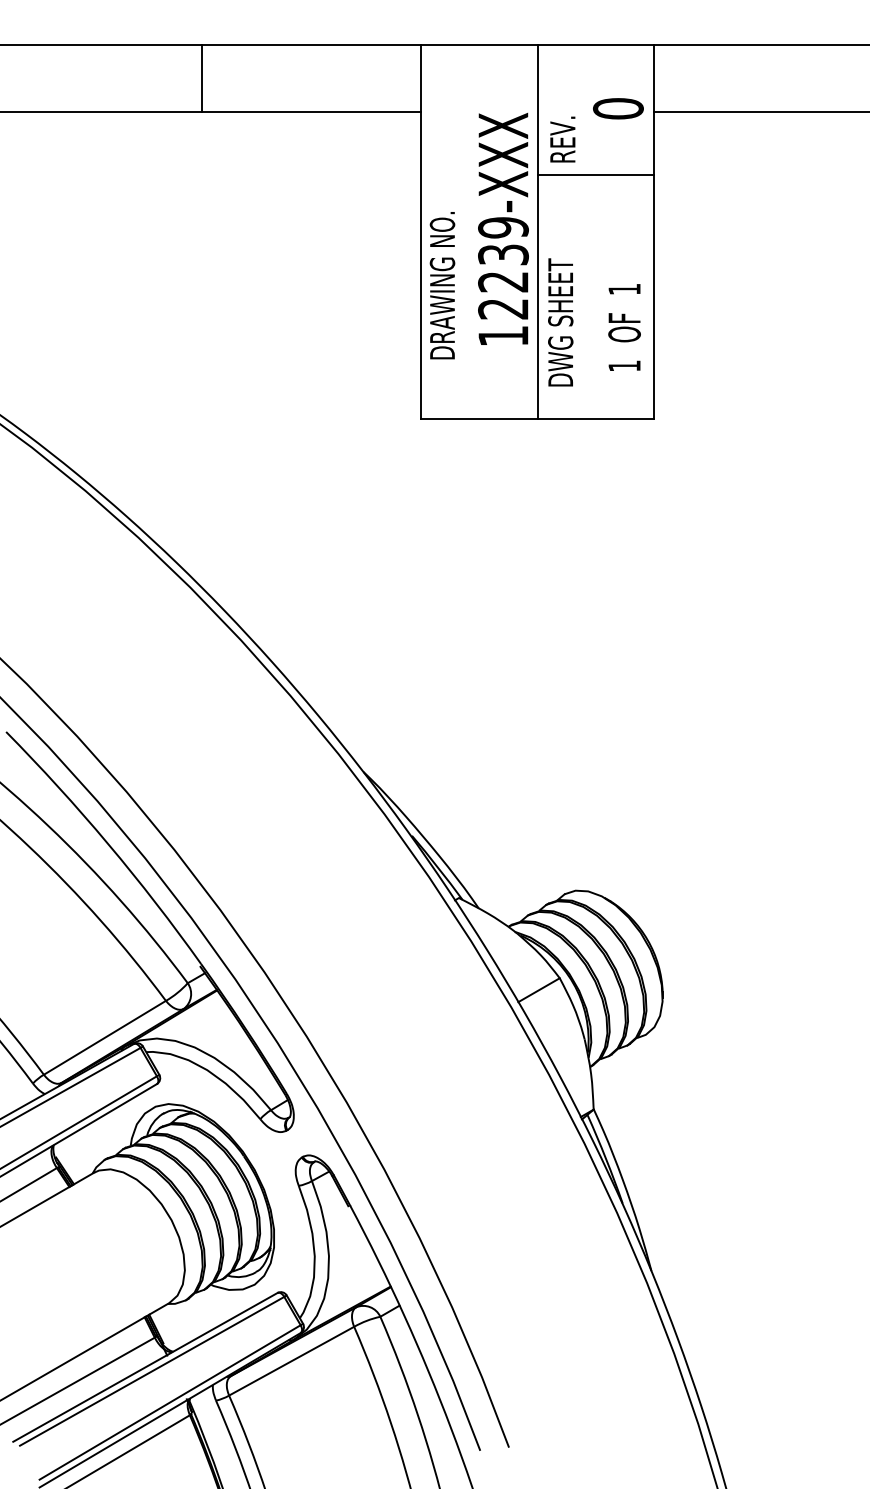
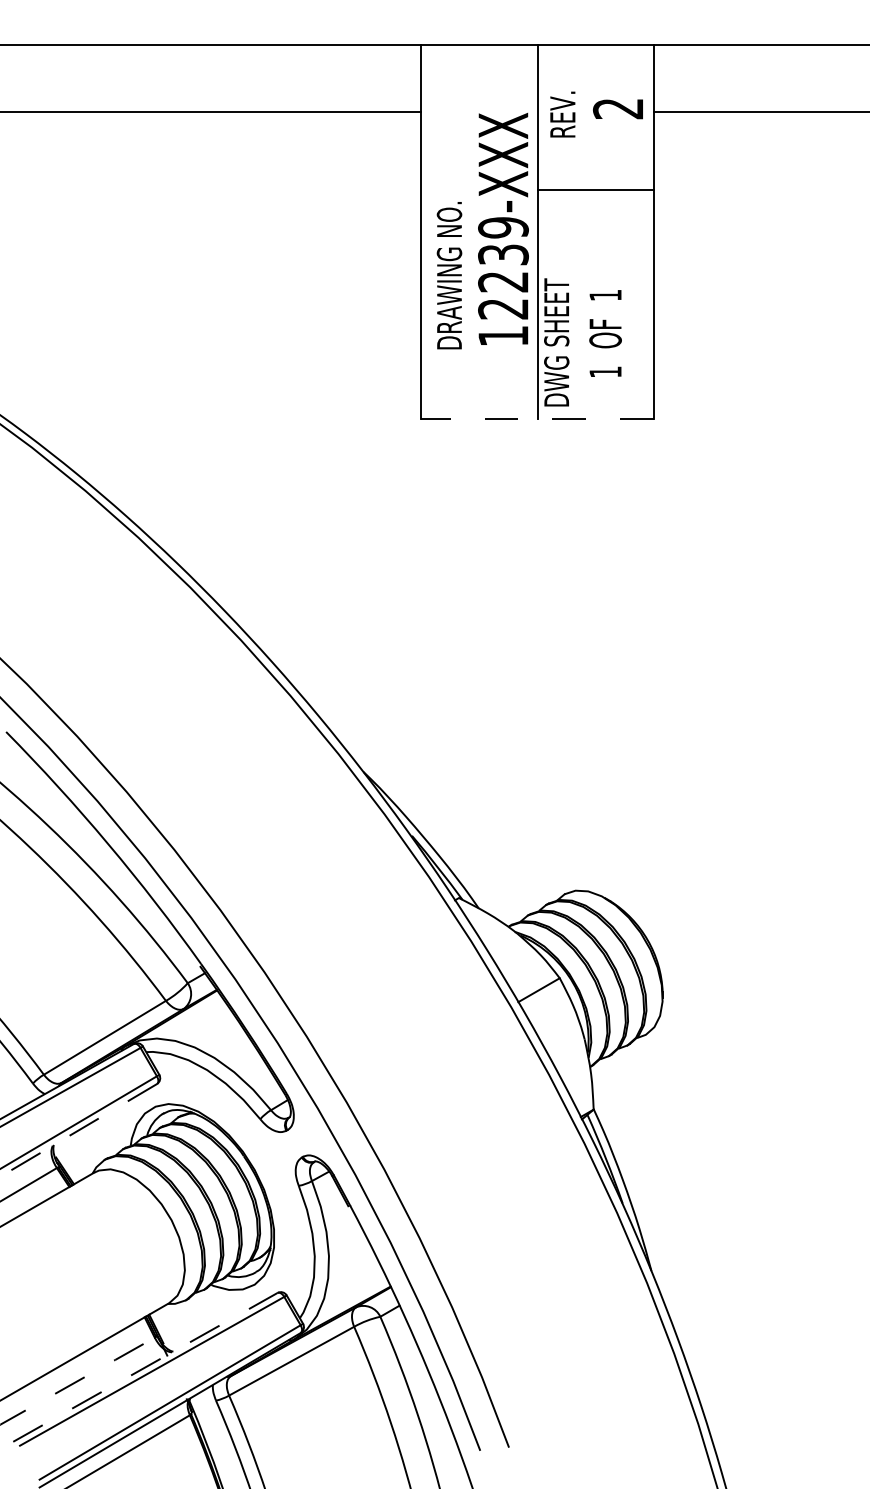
line at (201, 78): present -> none
text at (618, 108): 0 -> 2
text at (562, 139) position: (562, 139) -> (562, 114)
line at (595, 175) position: (595, 175) -> (595, 190)
text at (442, 285) position: (442, 285) -> (449, 275)
text at (560, 322) position: (560, 322) -> (556, 342)
text at (624, 327) position: (624, 327) -> (605, 333)
line at (537, 419): solid -> dashed
line at (78, 1130): solid -> dashed
line at (145, 1367): solid -> dashed
line at (77, 1380): solid -> dashed
